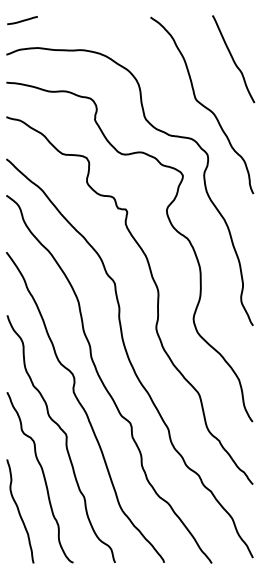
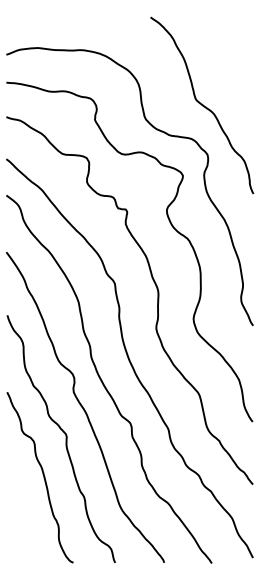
line at (22, 20): present -> none
curve at (233, 59): present -> none
curve at (19, 511): present -> none
